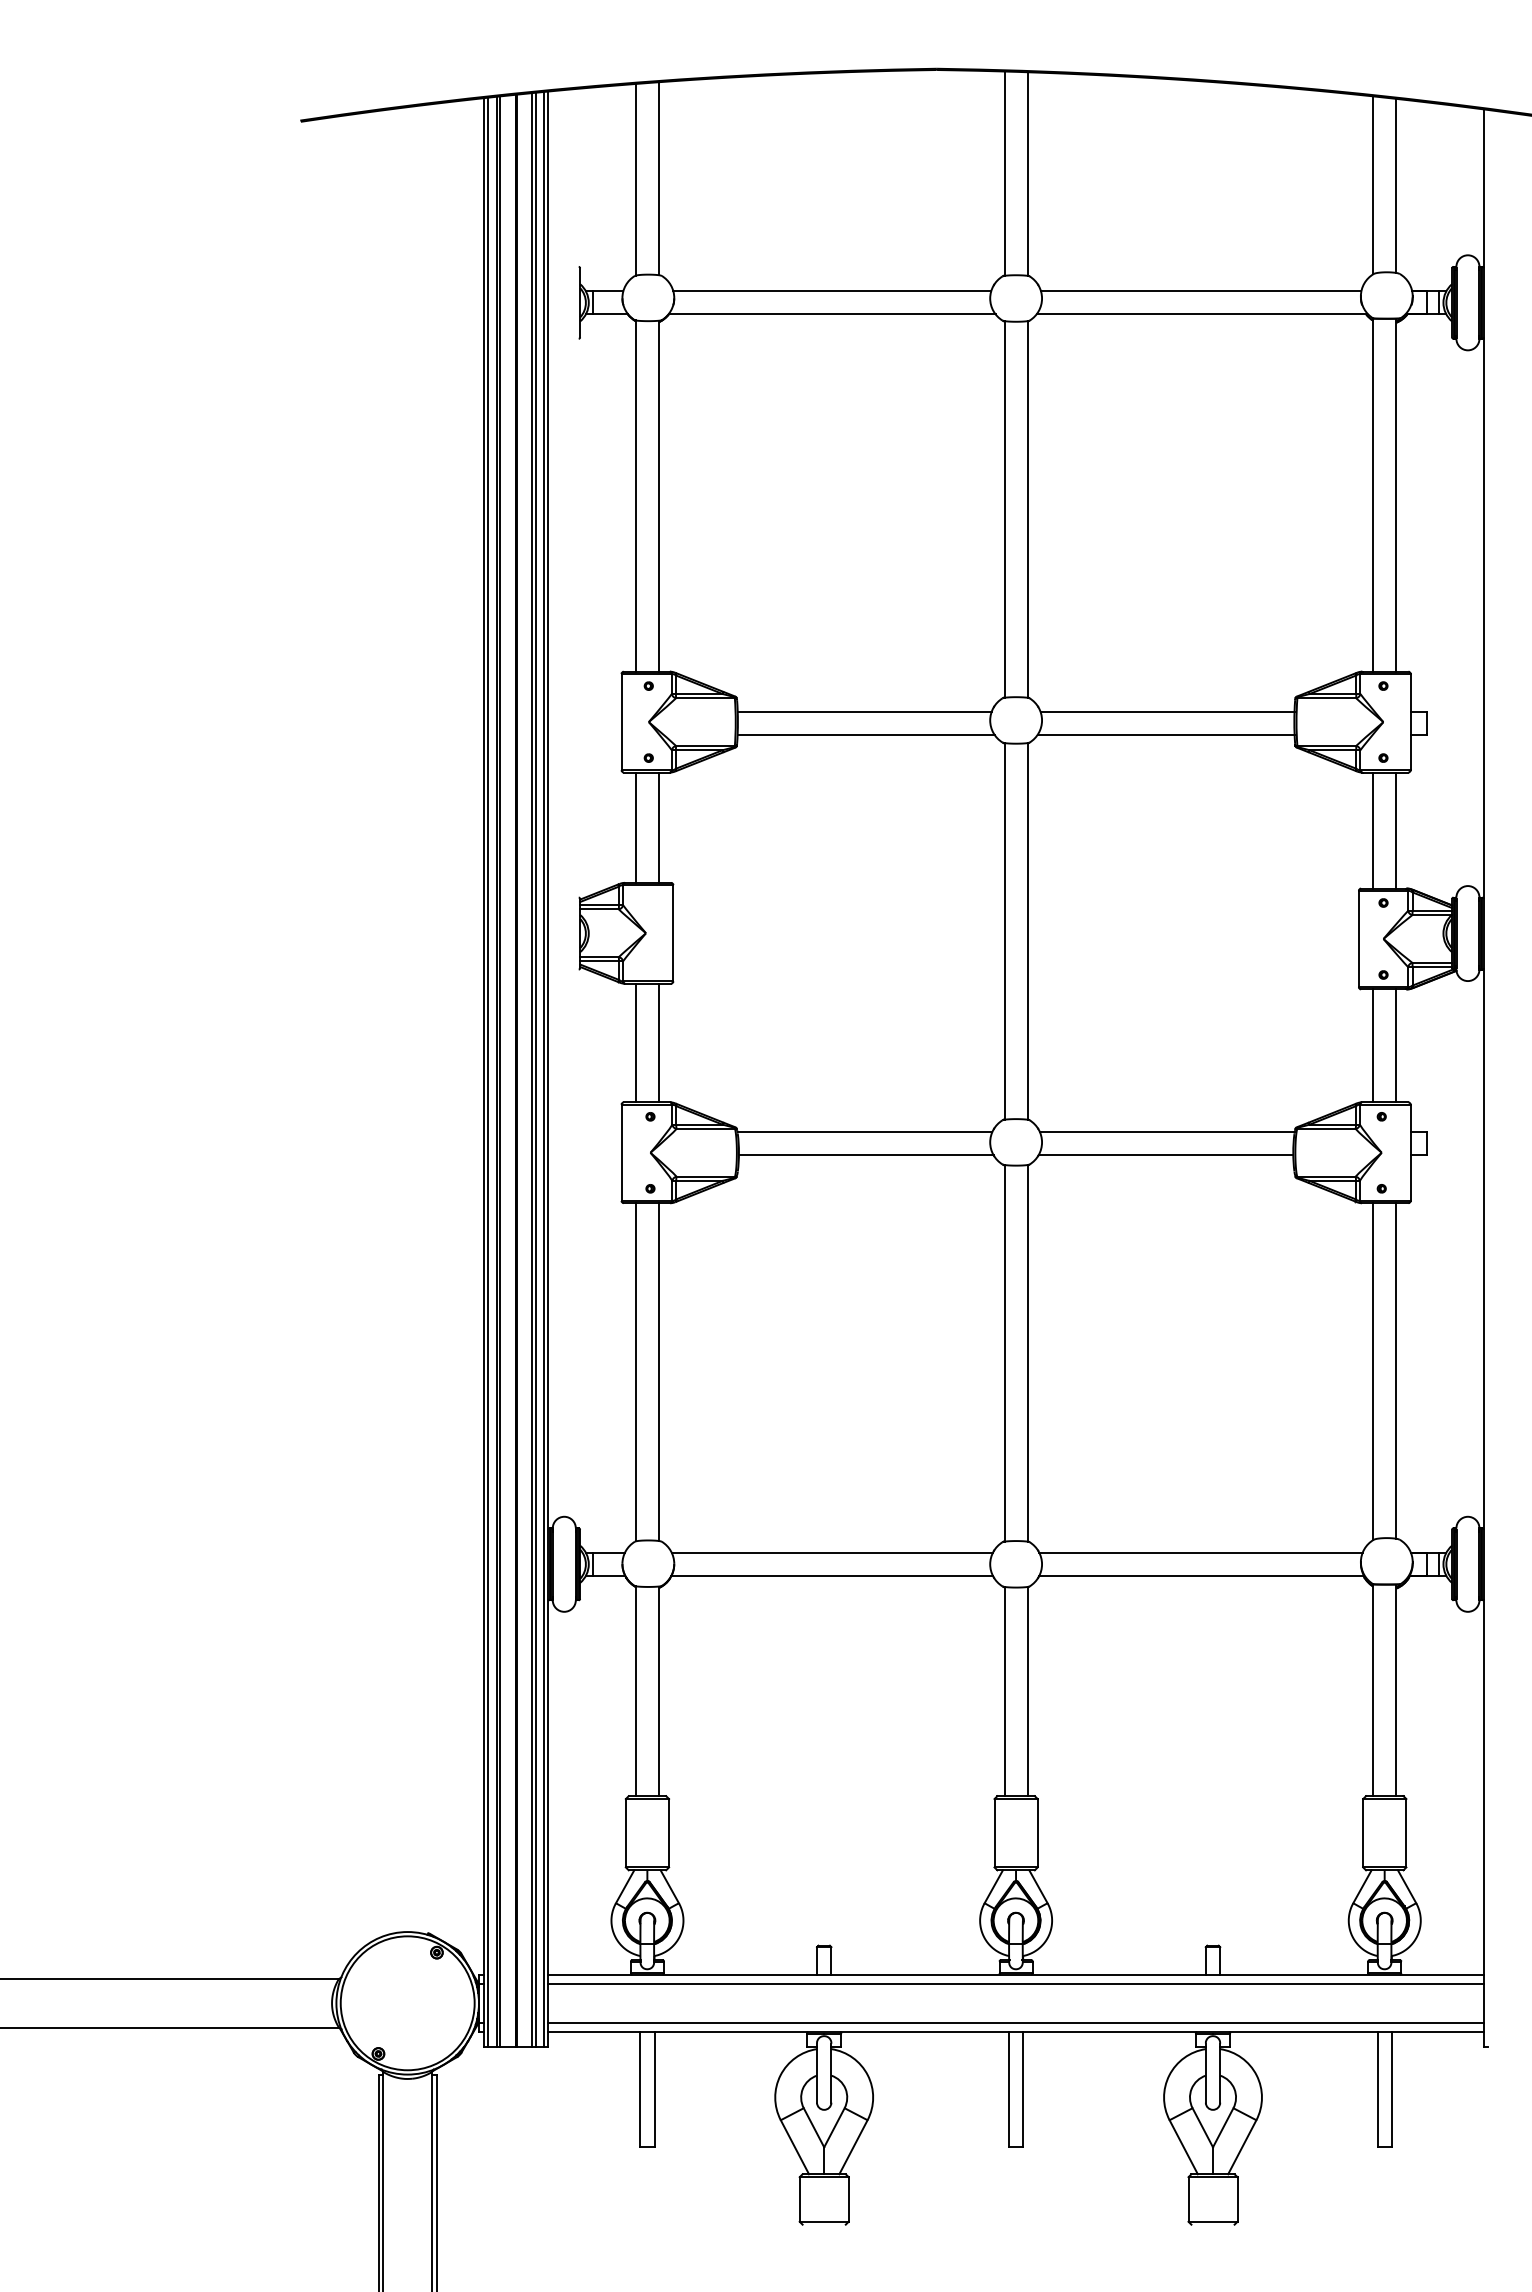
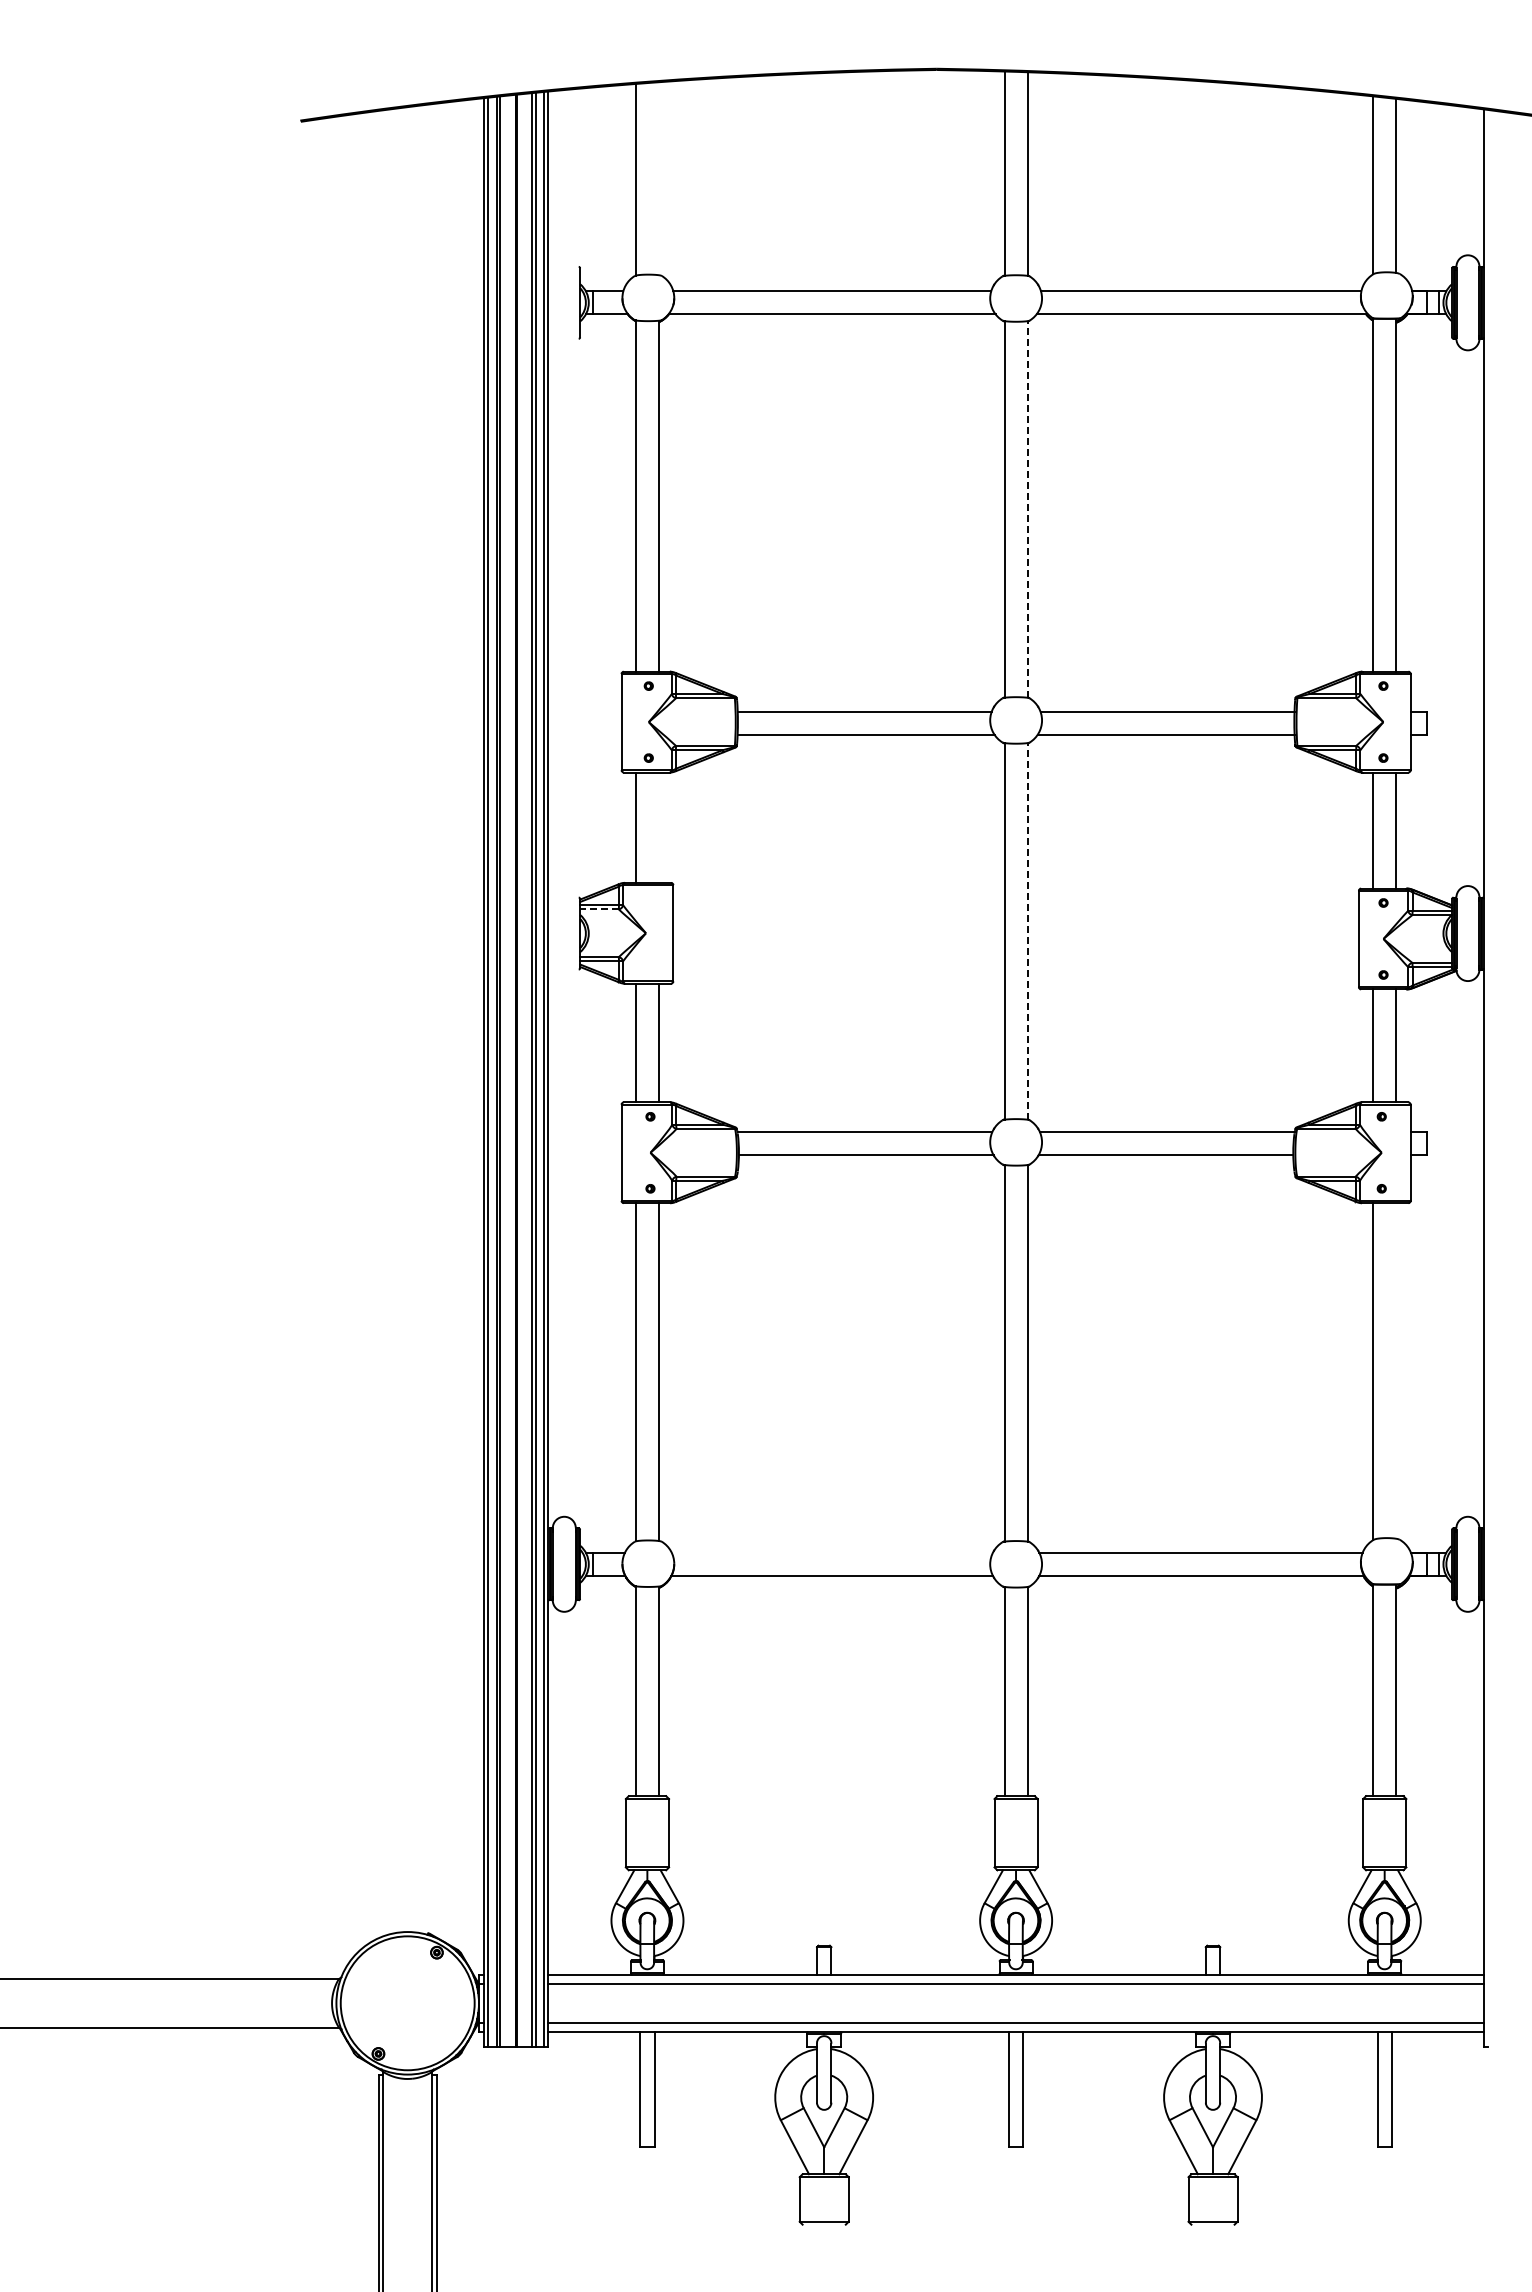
line at (658, 178): present -> none
line at (1027, 508): solid -> dashed
line at (658, 827): present -> none
line at (598, 909): solid -> dashed
line at (1027, 930): solid -> dashed
line at (1396, 1370): present -> none
line at (831, 1552): present -> none
